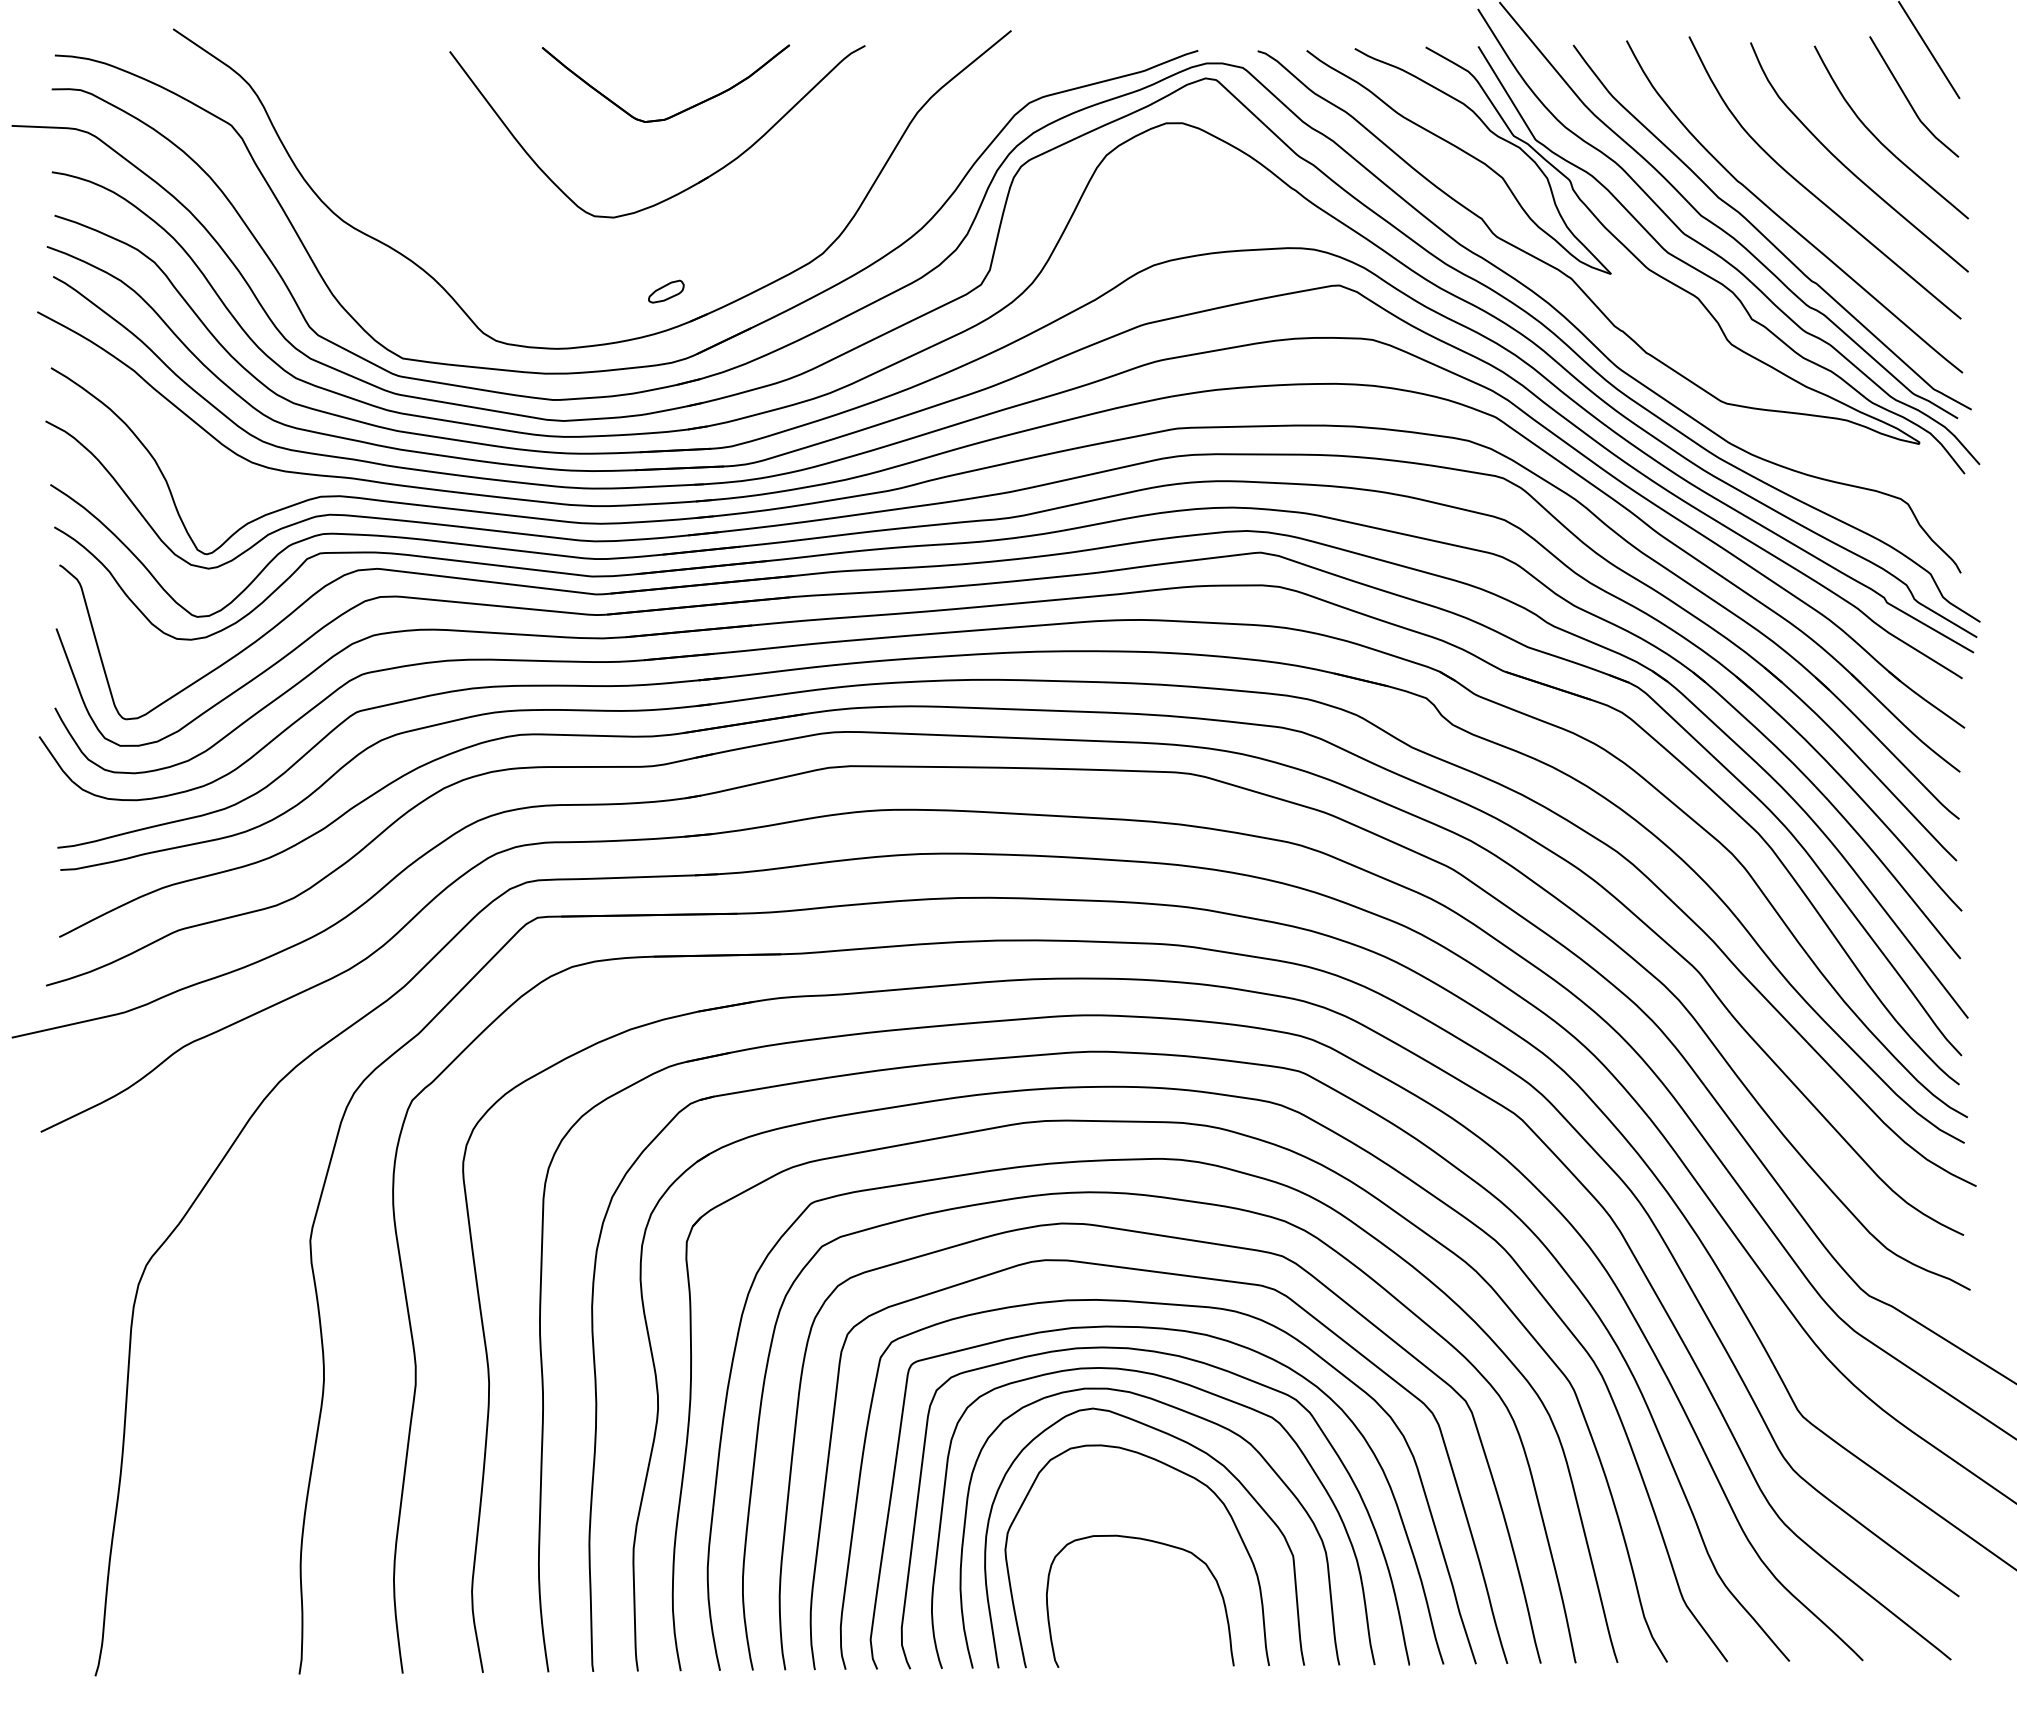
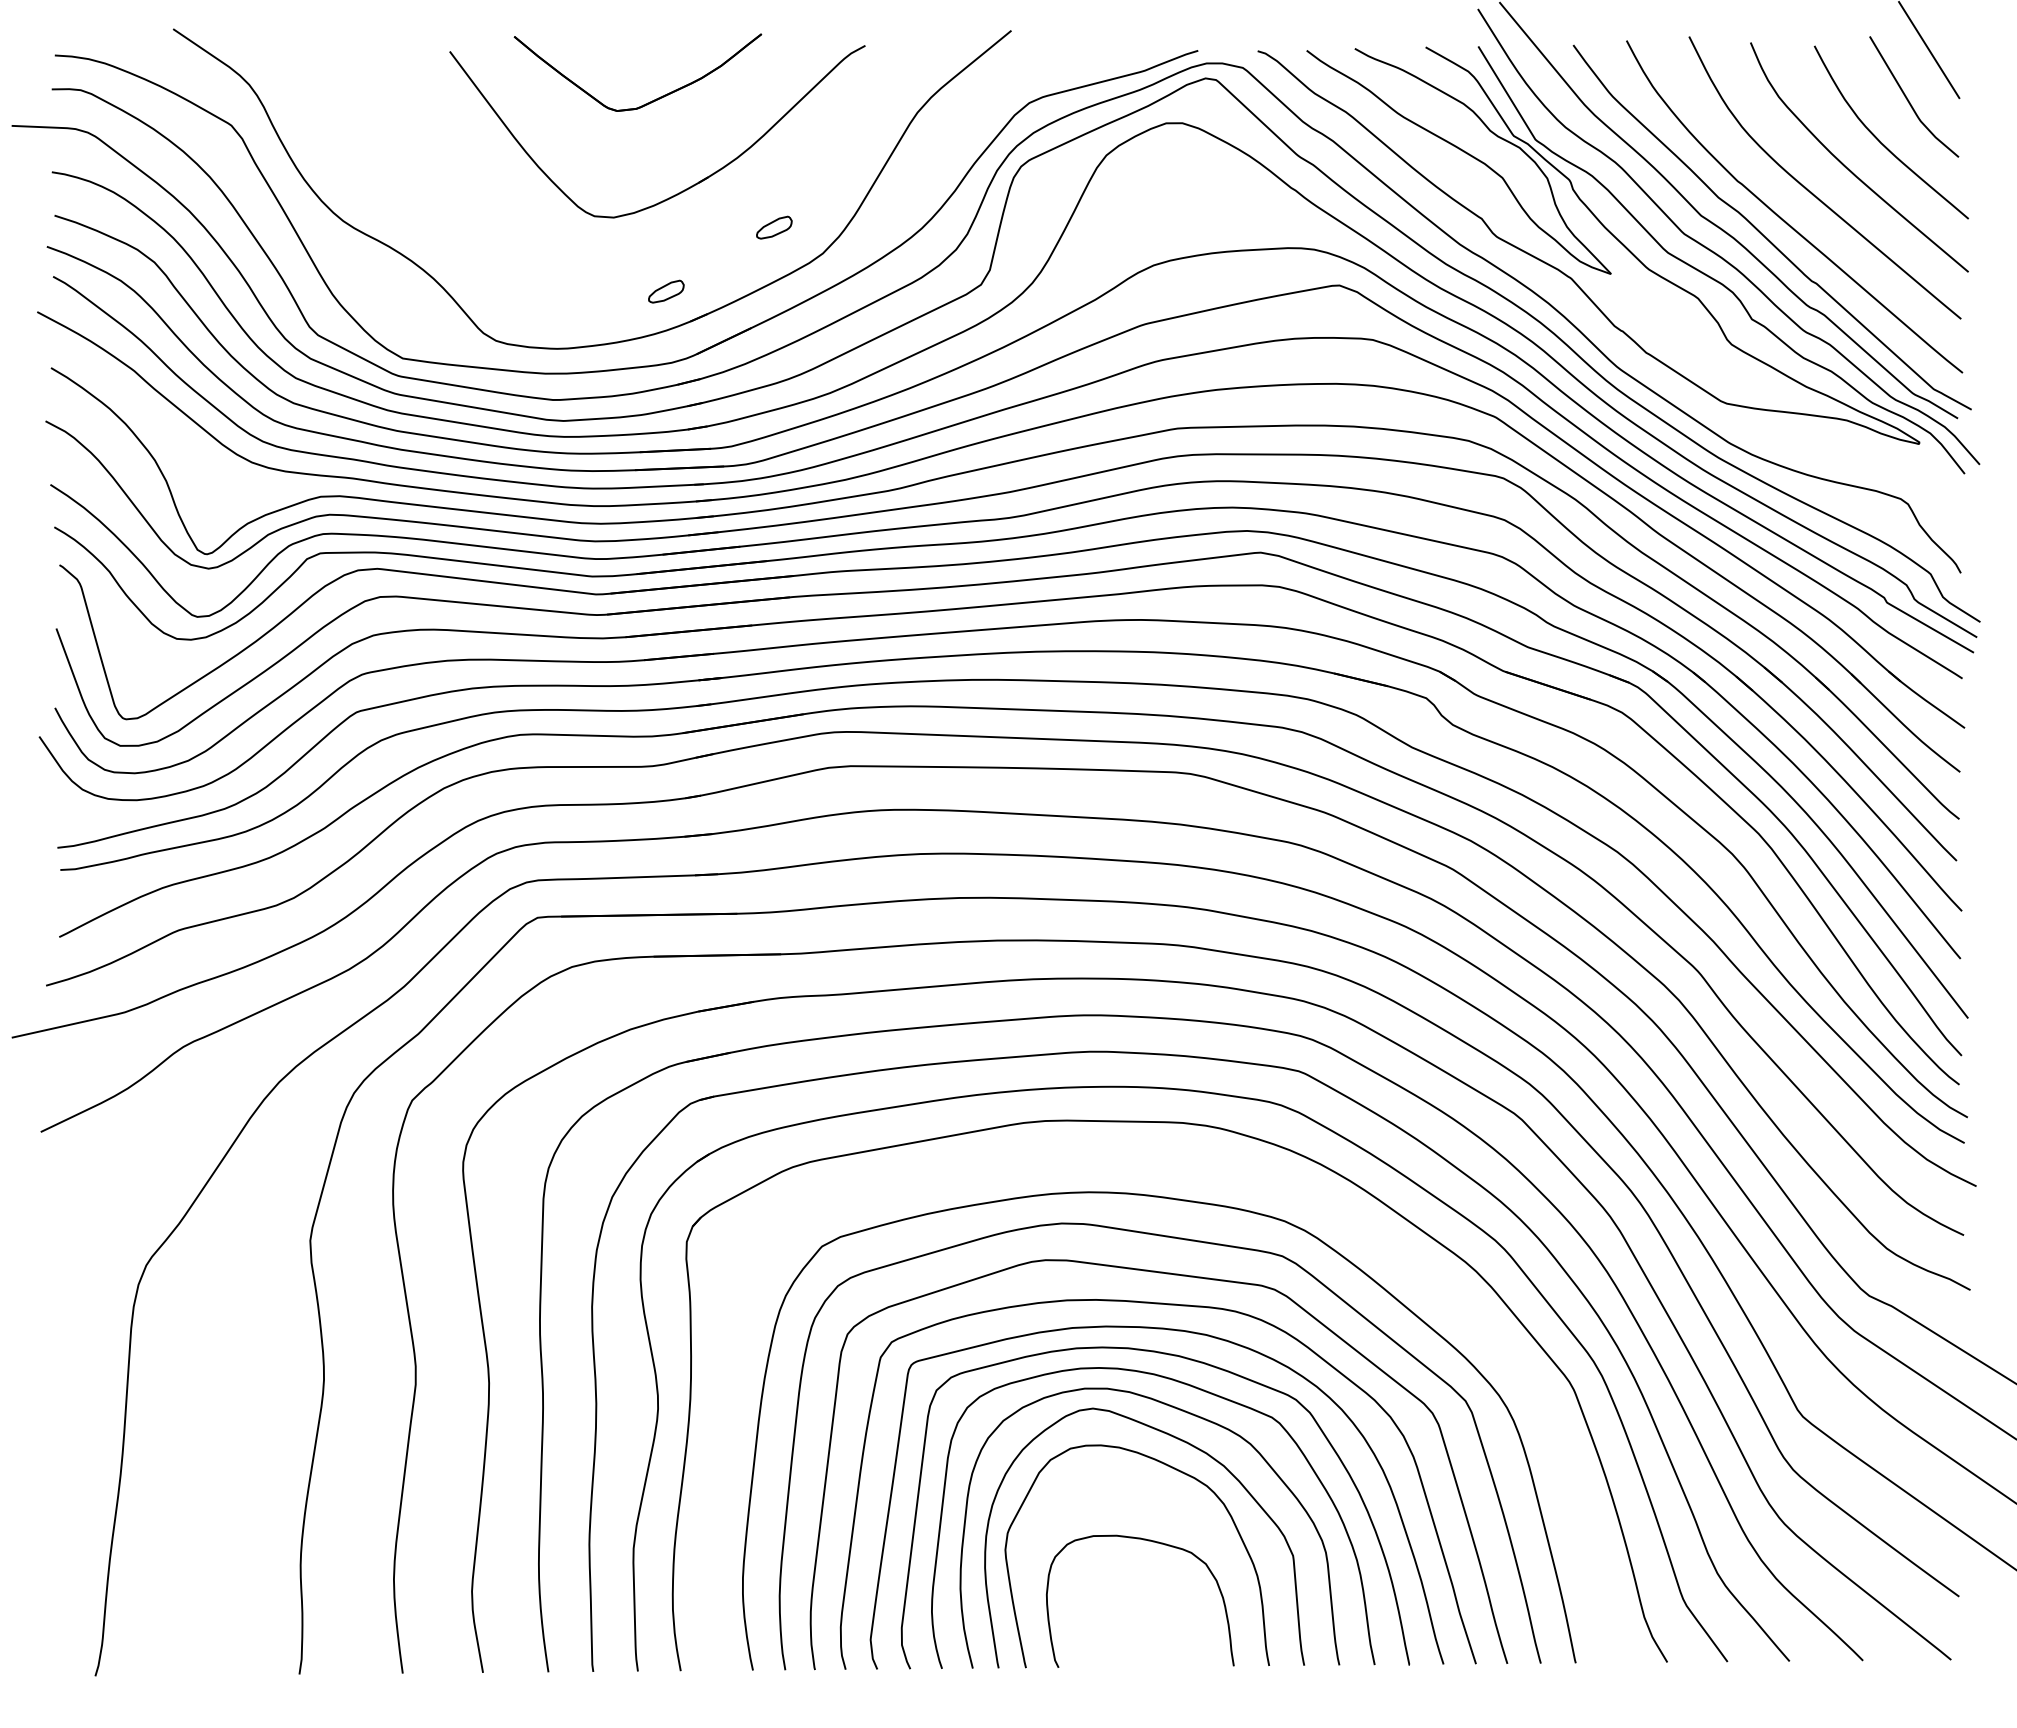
part at (675, 113) position: (675, 113) -> (647, 102)
part at (774, 227): none -> present
curve at (1229, 1170): present -> none
